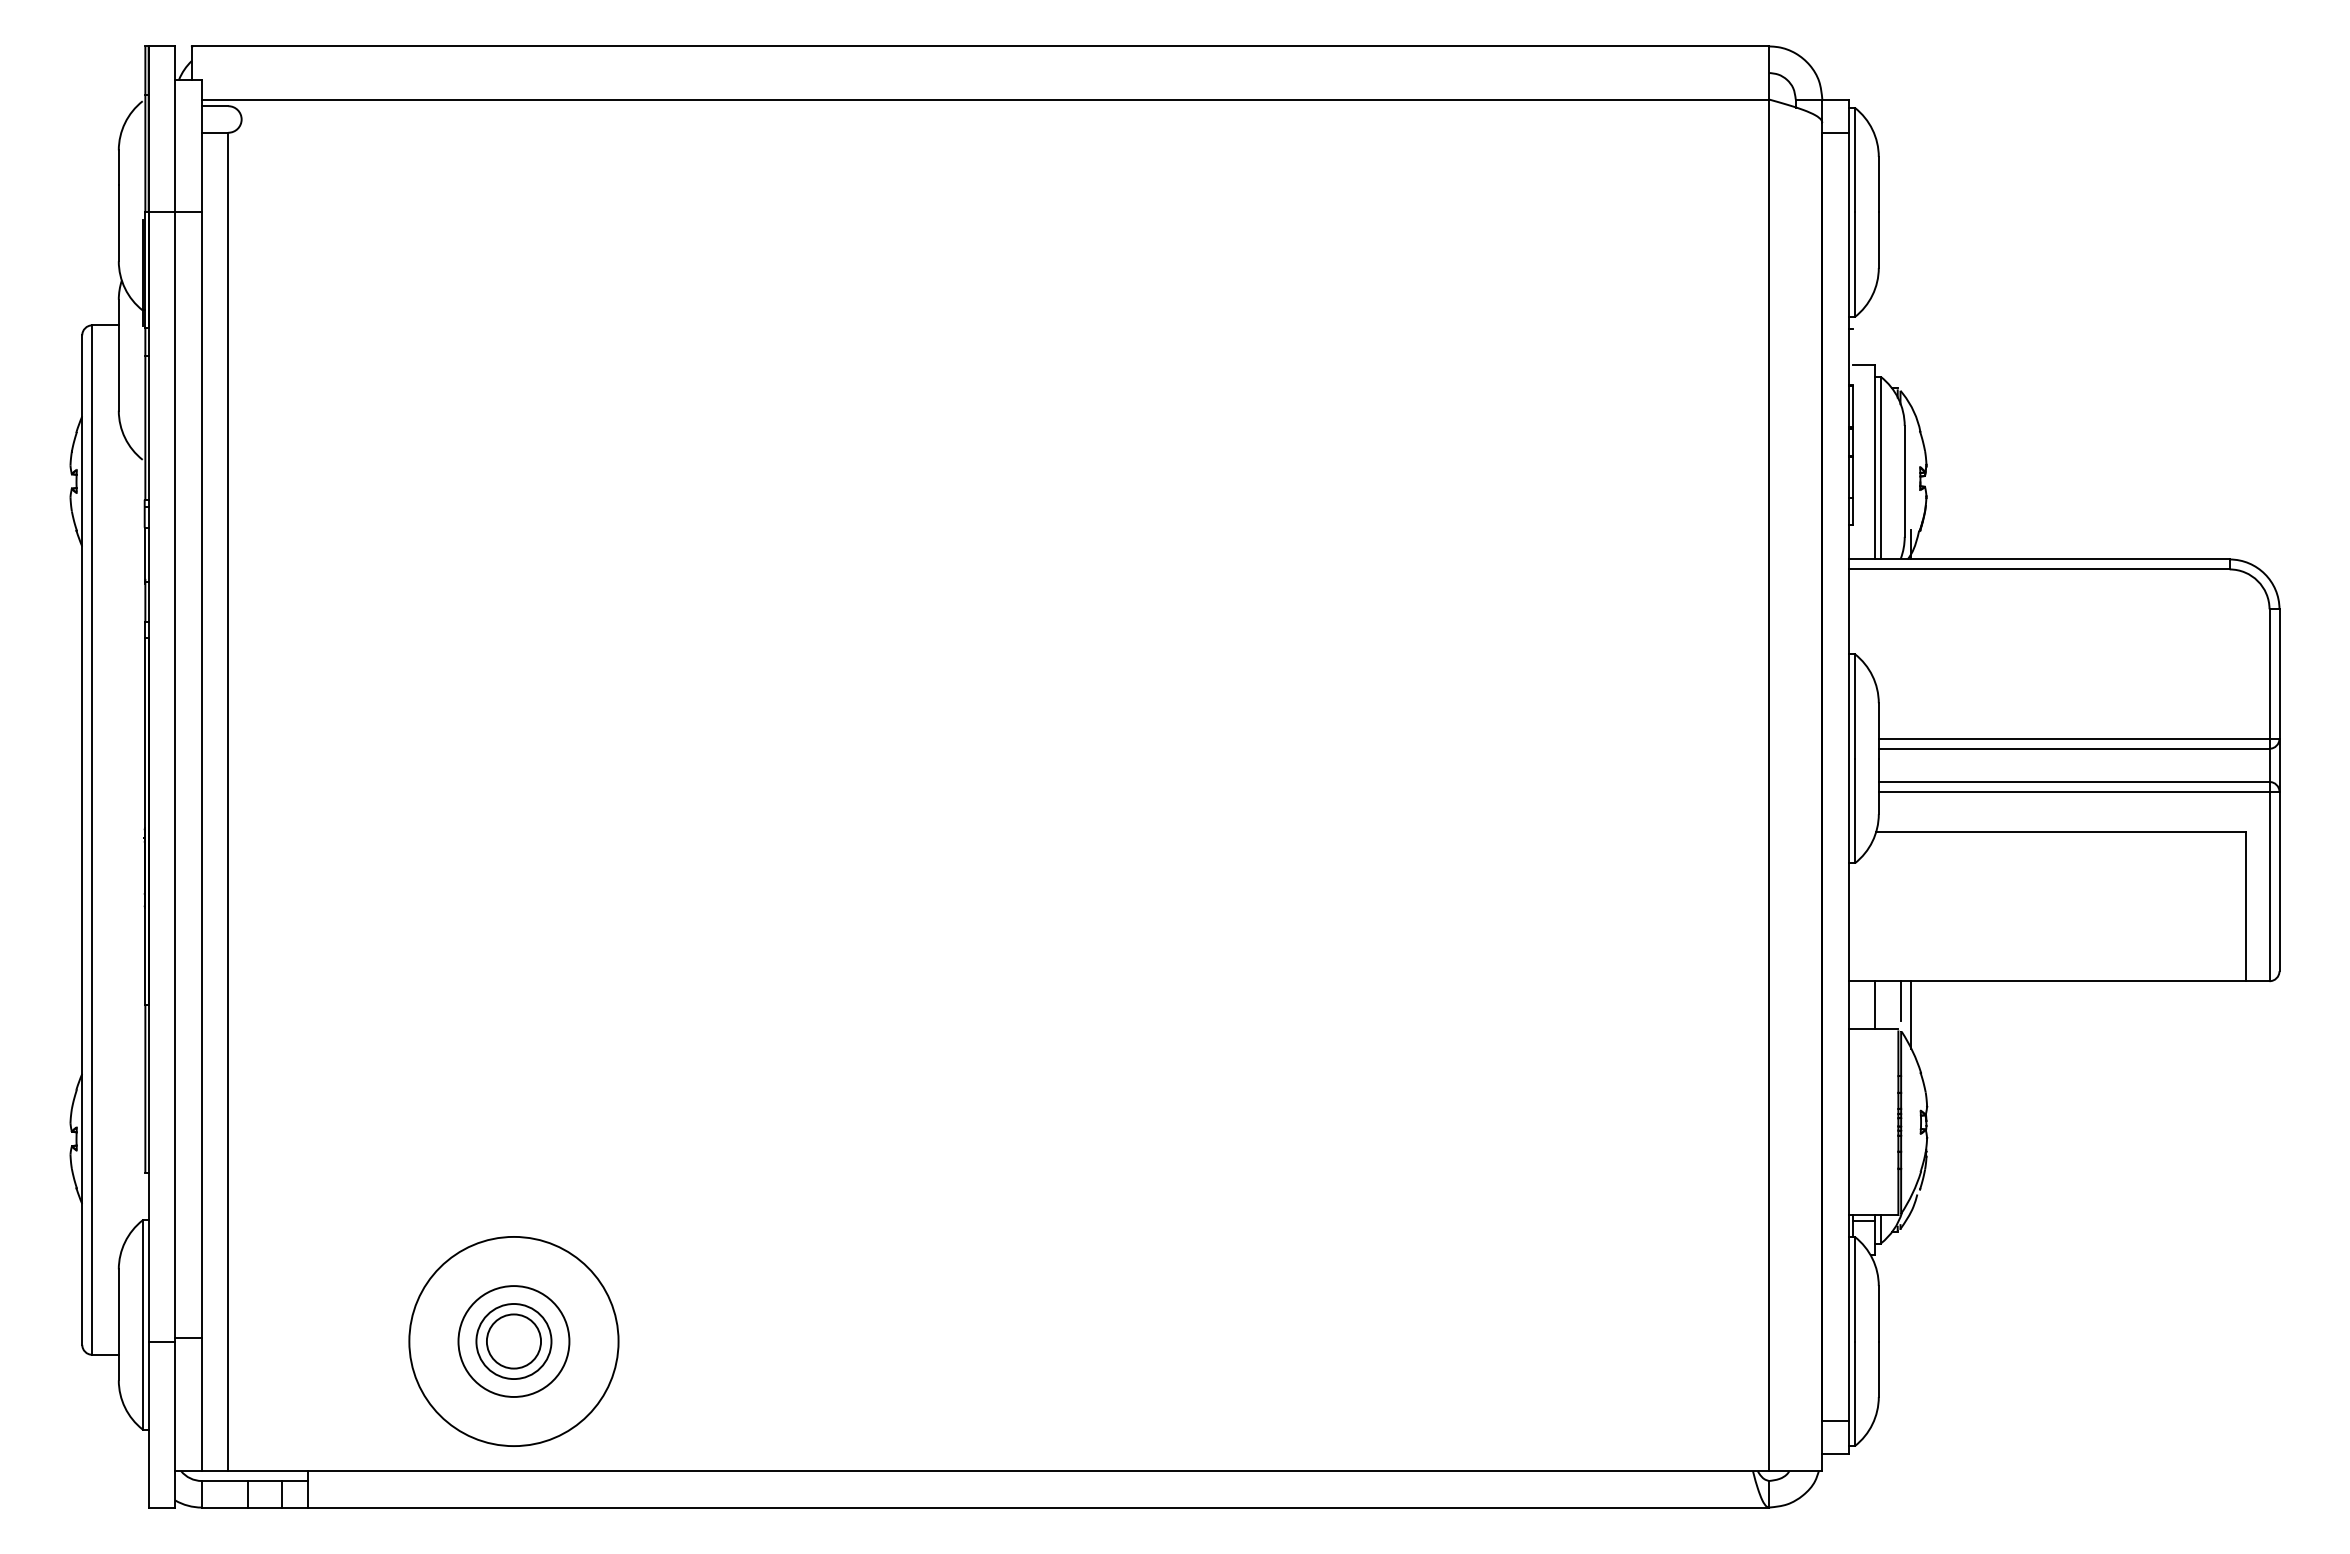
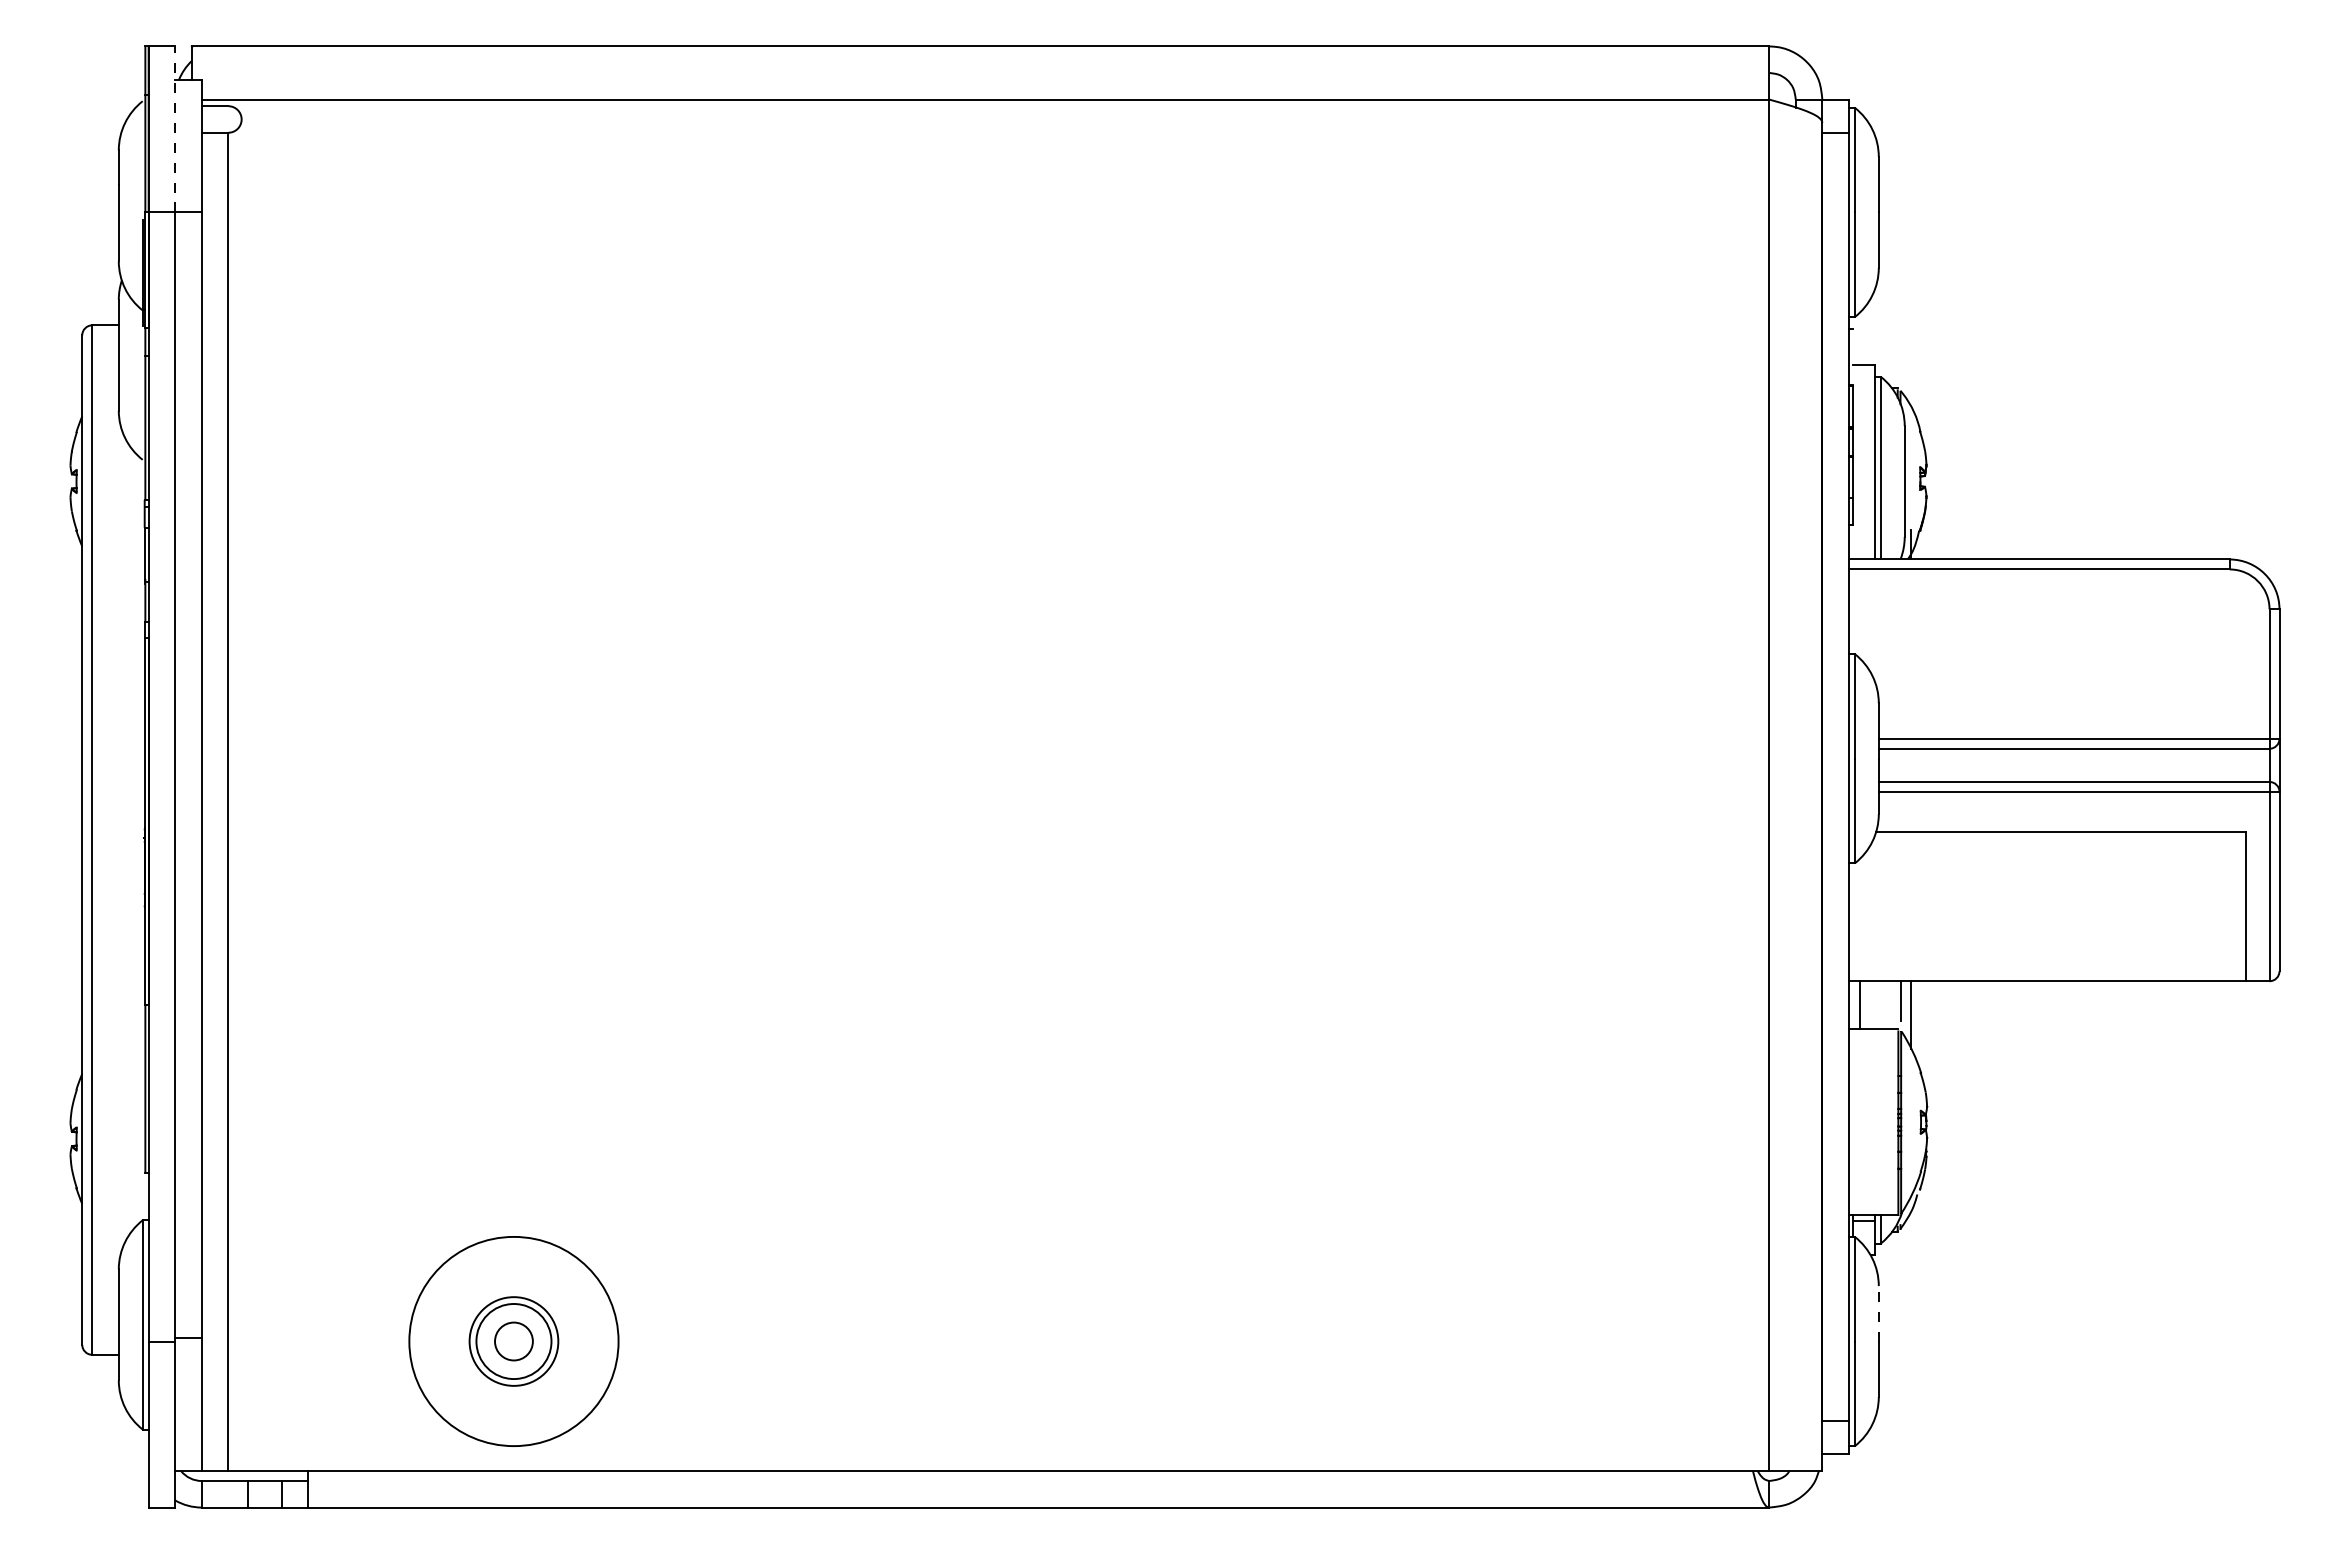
line at (175, 128): solid -> dashed
line at (1874, 1005) position: (1874, 1005) -> (1859, 1005)
line at (1878, 1313): solid -> dashed
circle at (513, 1341) diameter: 111 px -> 89 px
circle at (513, 1341) diameter: 54 px -> 38 px
